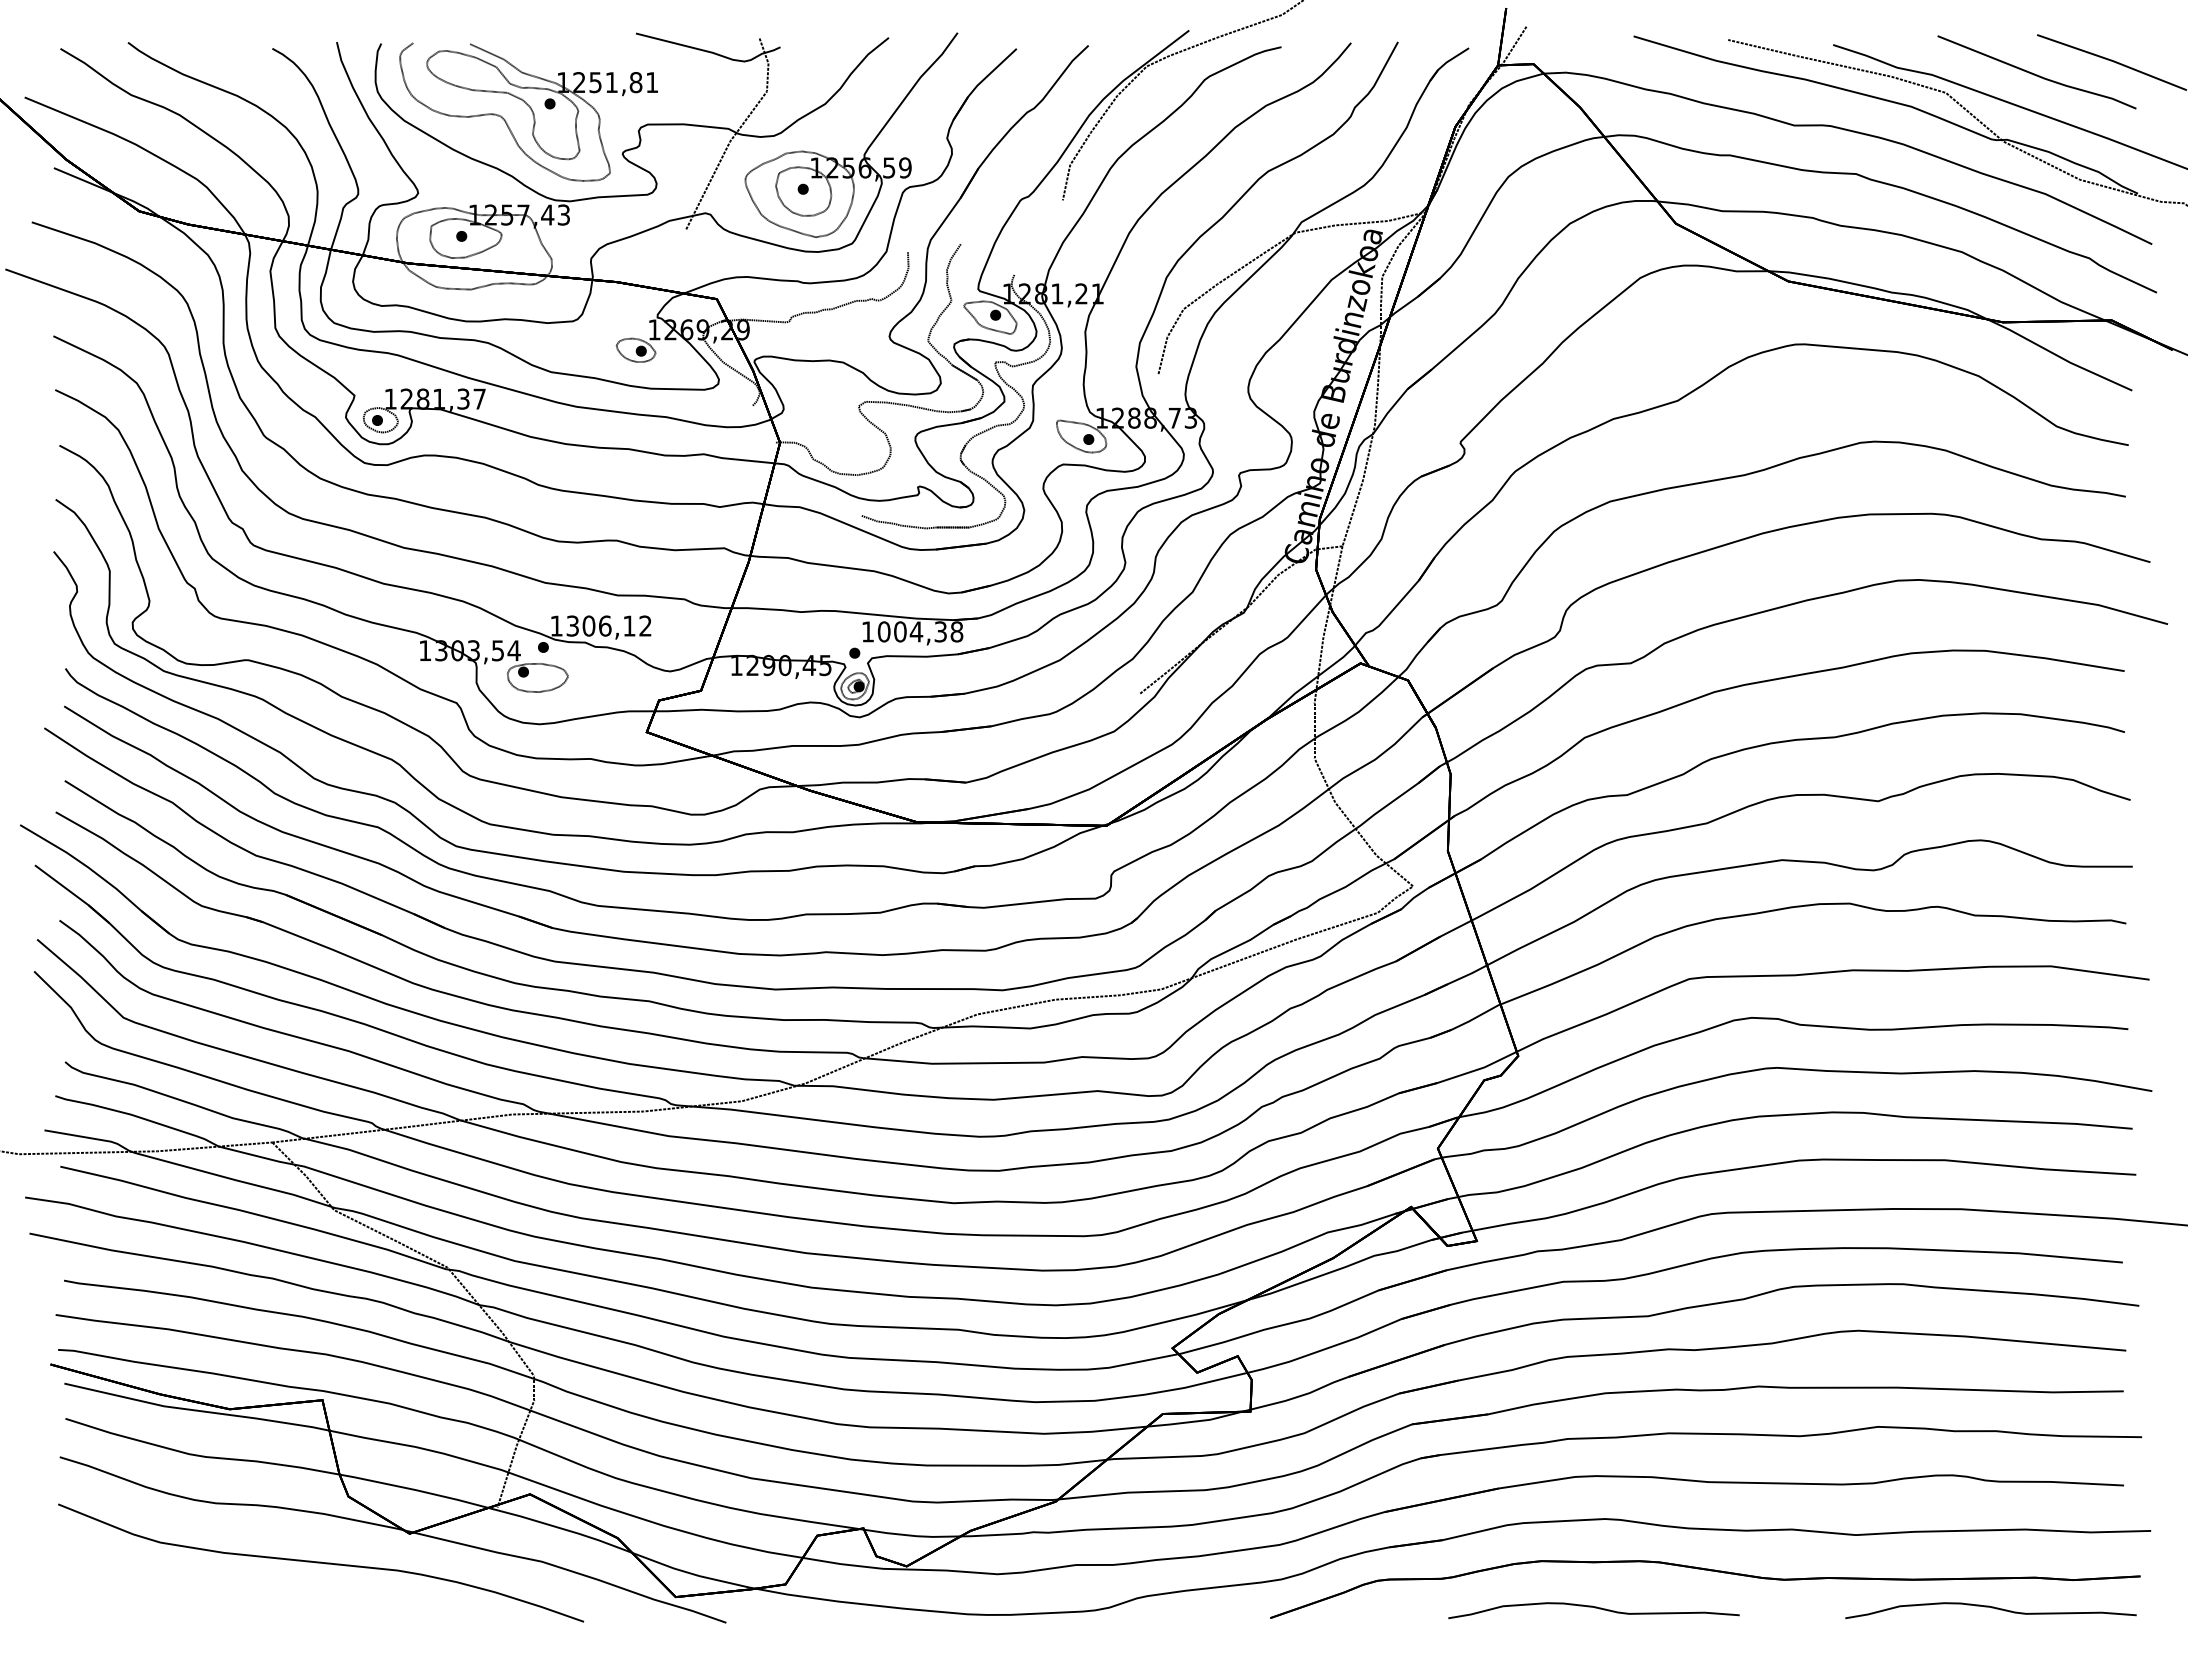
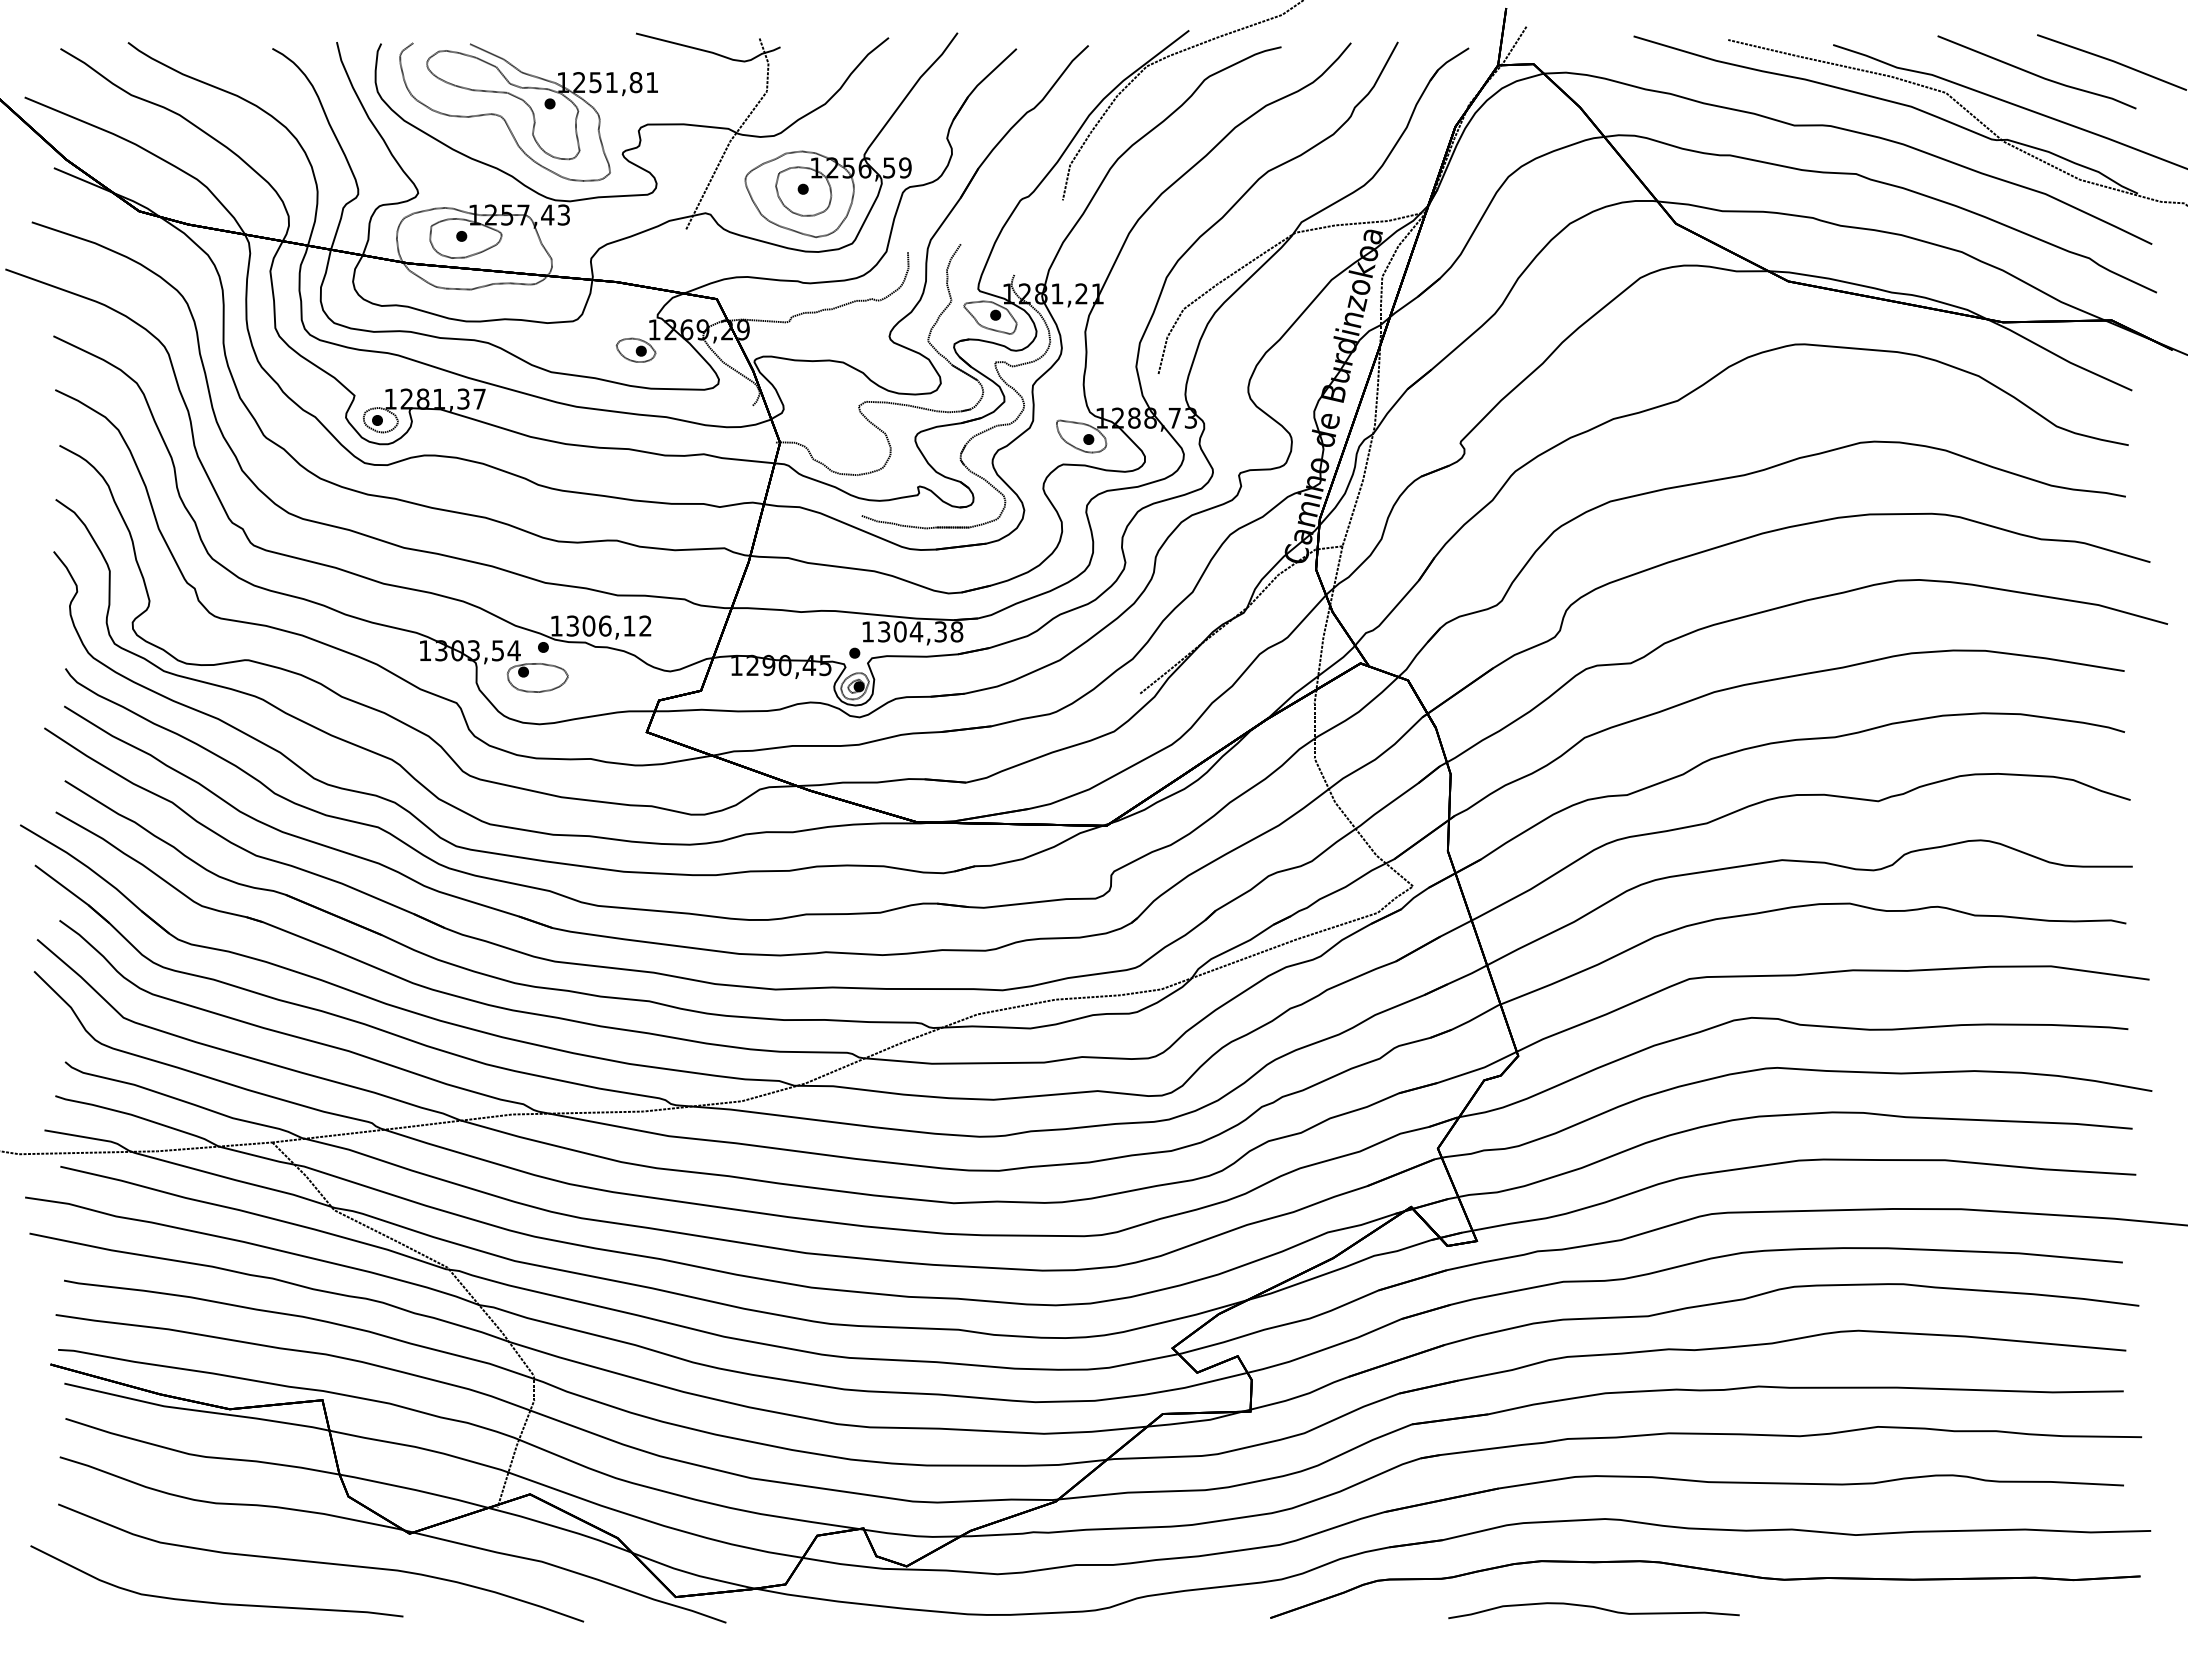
text at (883, 631): 1004,38 -> 1304,38
curve at (210, 1601): none -> present
part at (1990, 1610): present -> none
